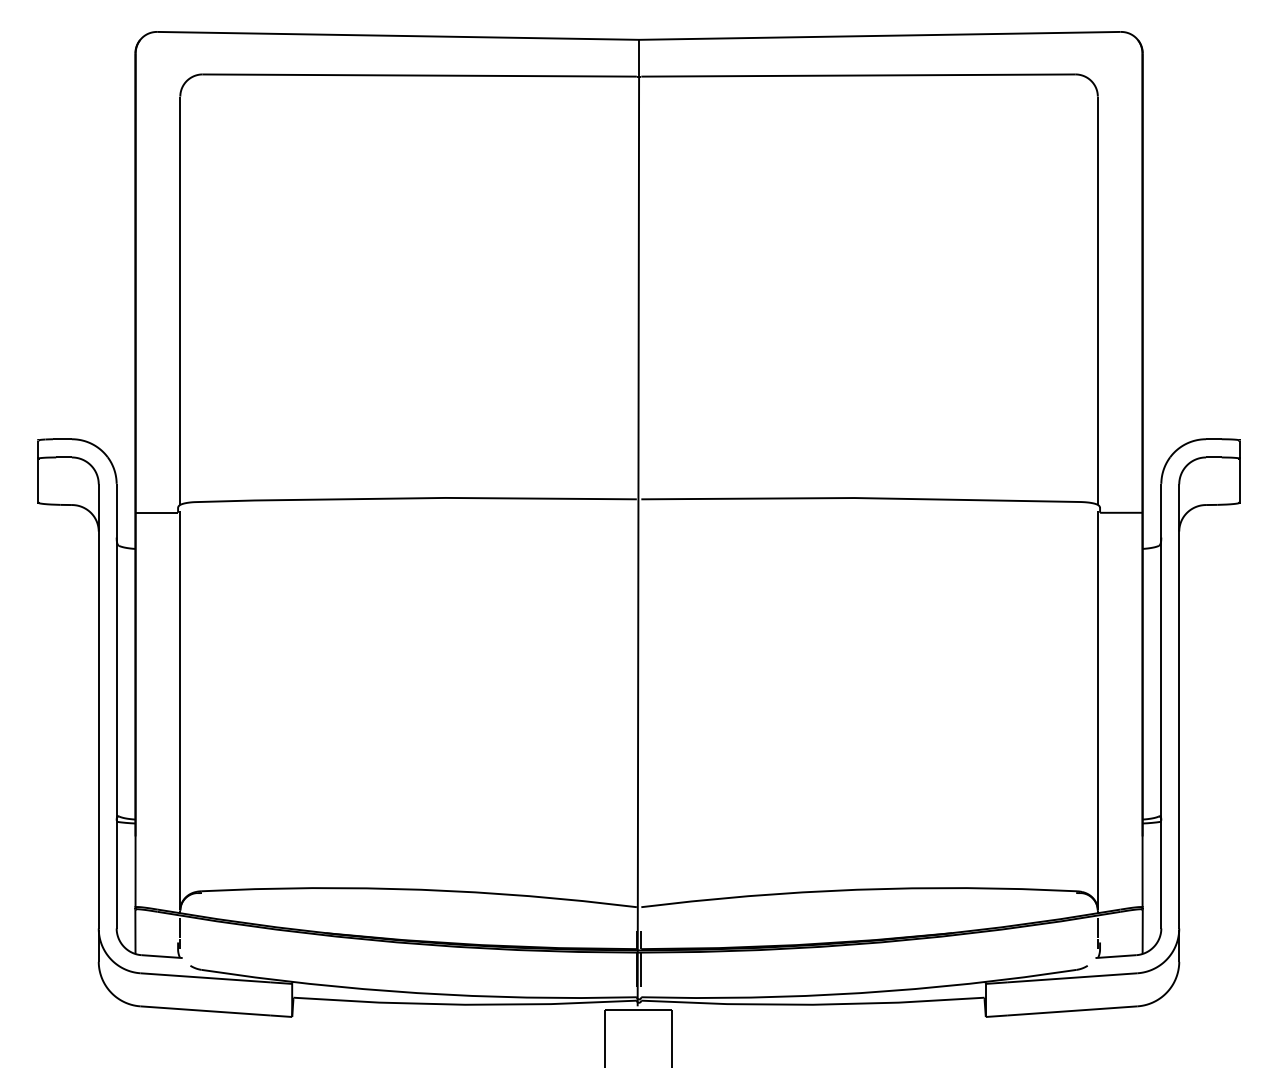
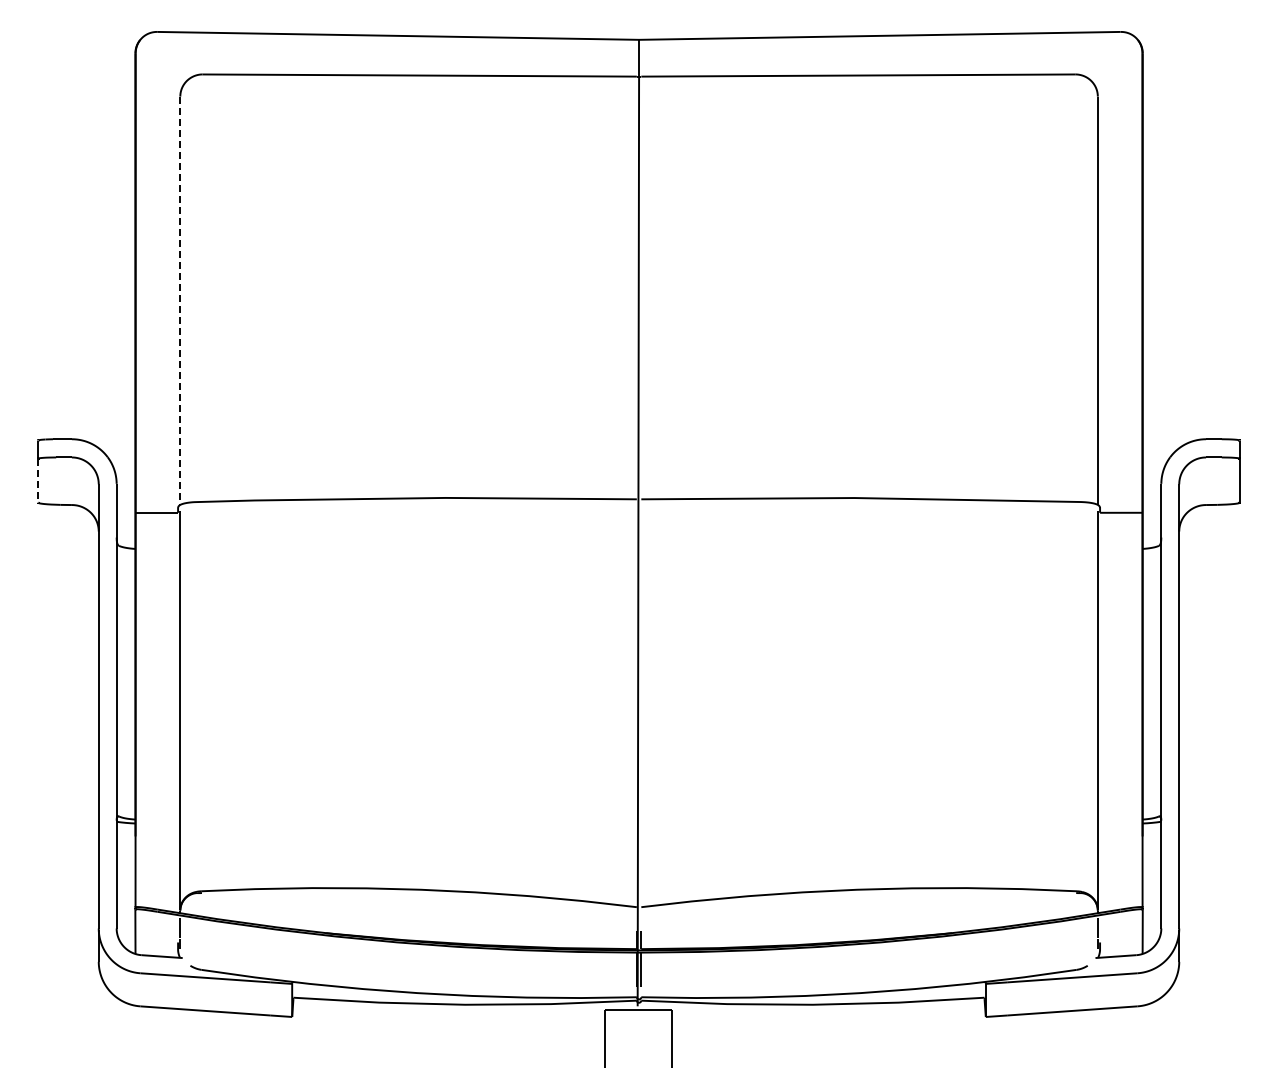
line at (180, 301): solid -> dashed
line at (38, 480): solid -> dashed
